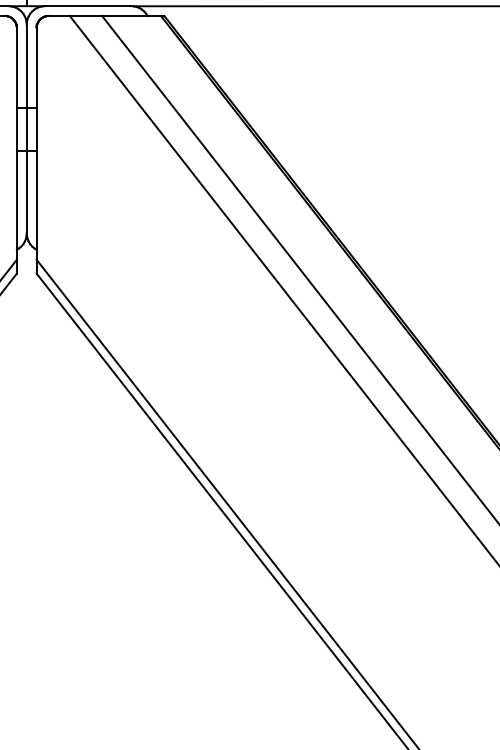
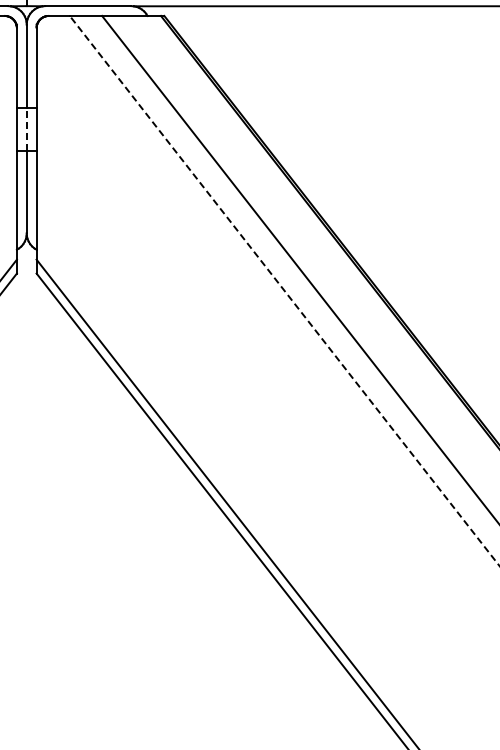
line at (26, 129): solid -> dashed
line at (284, 290): solid -> dashed
